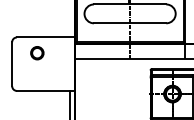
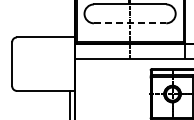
line at (130, 23): solid -> dashed
circle at (37, 53): present -> none
